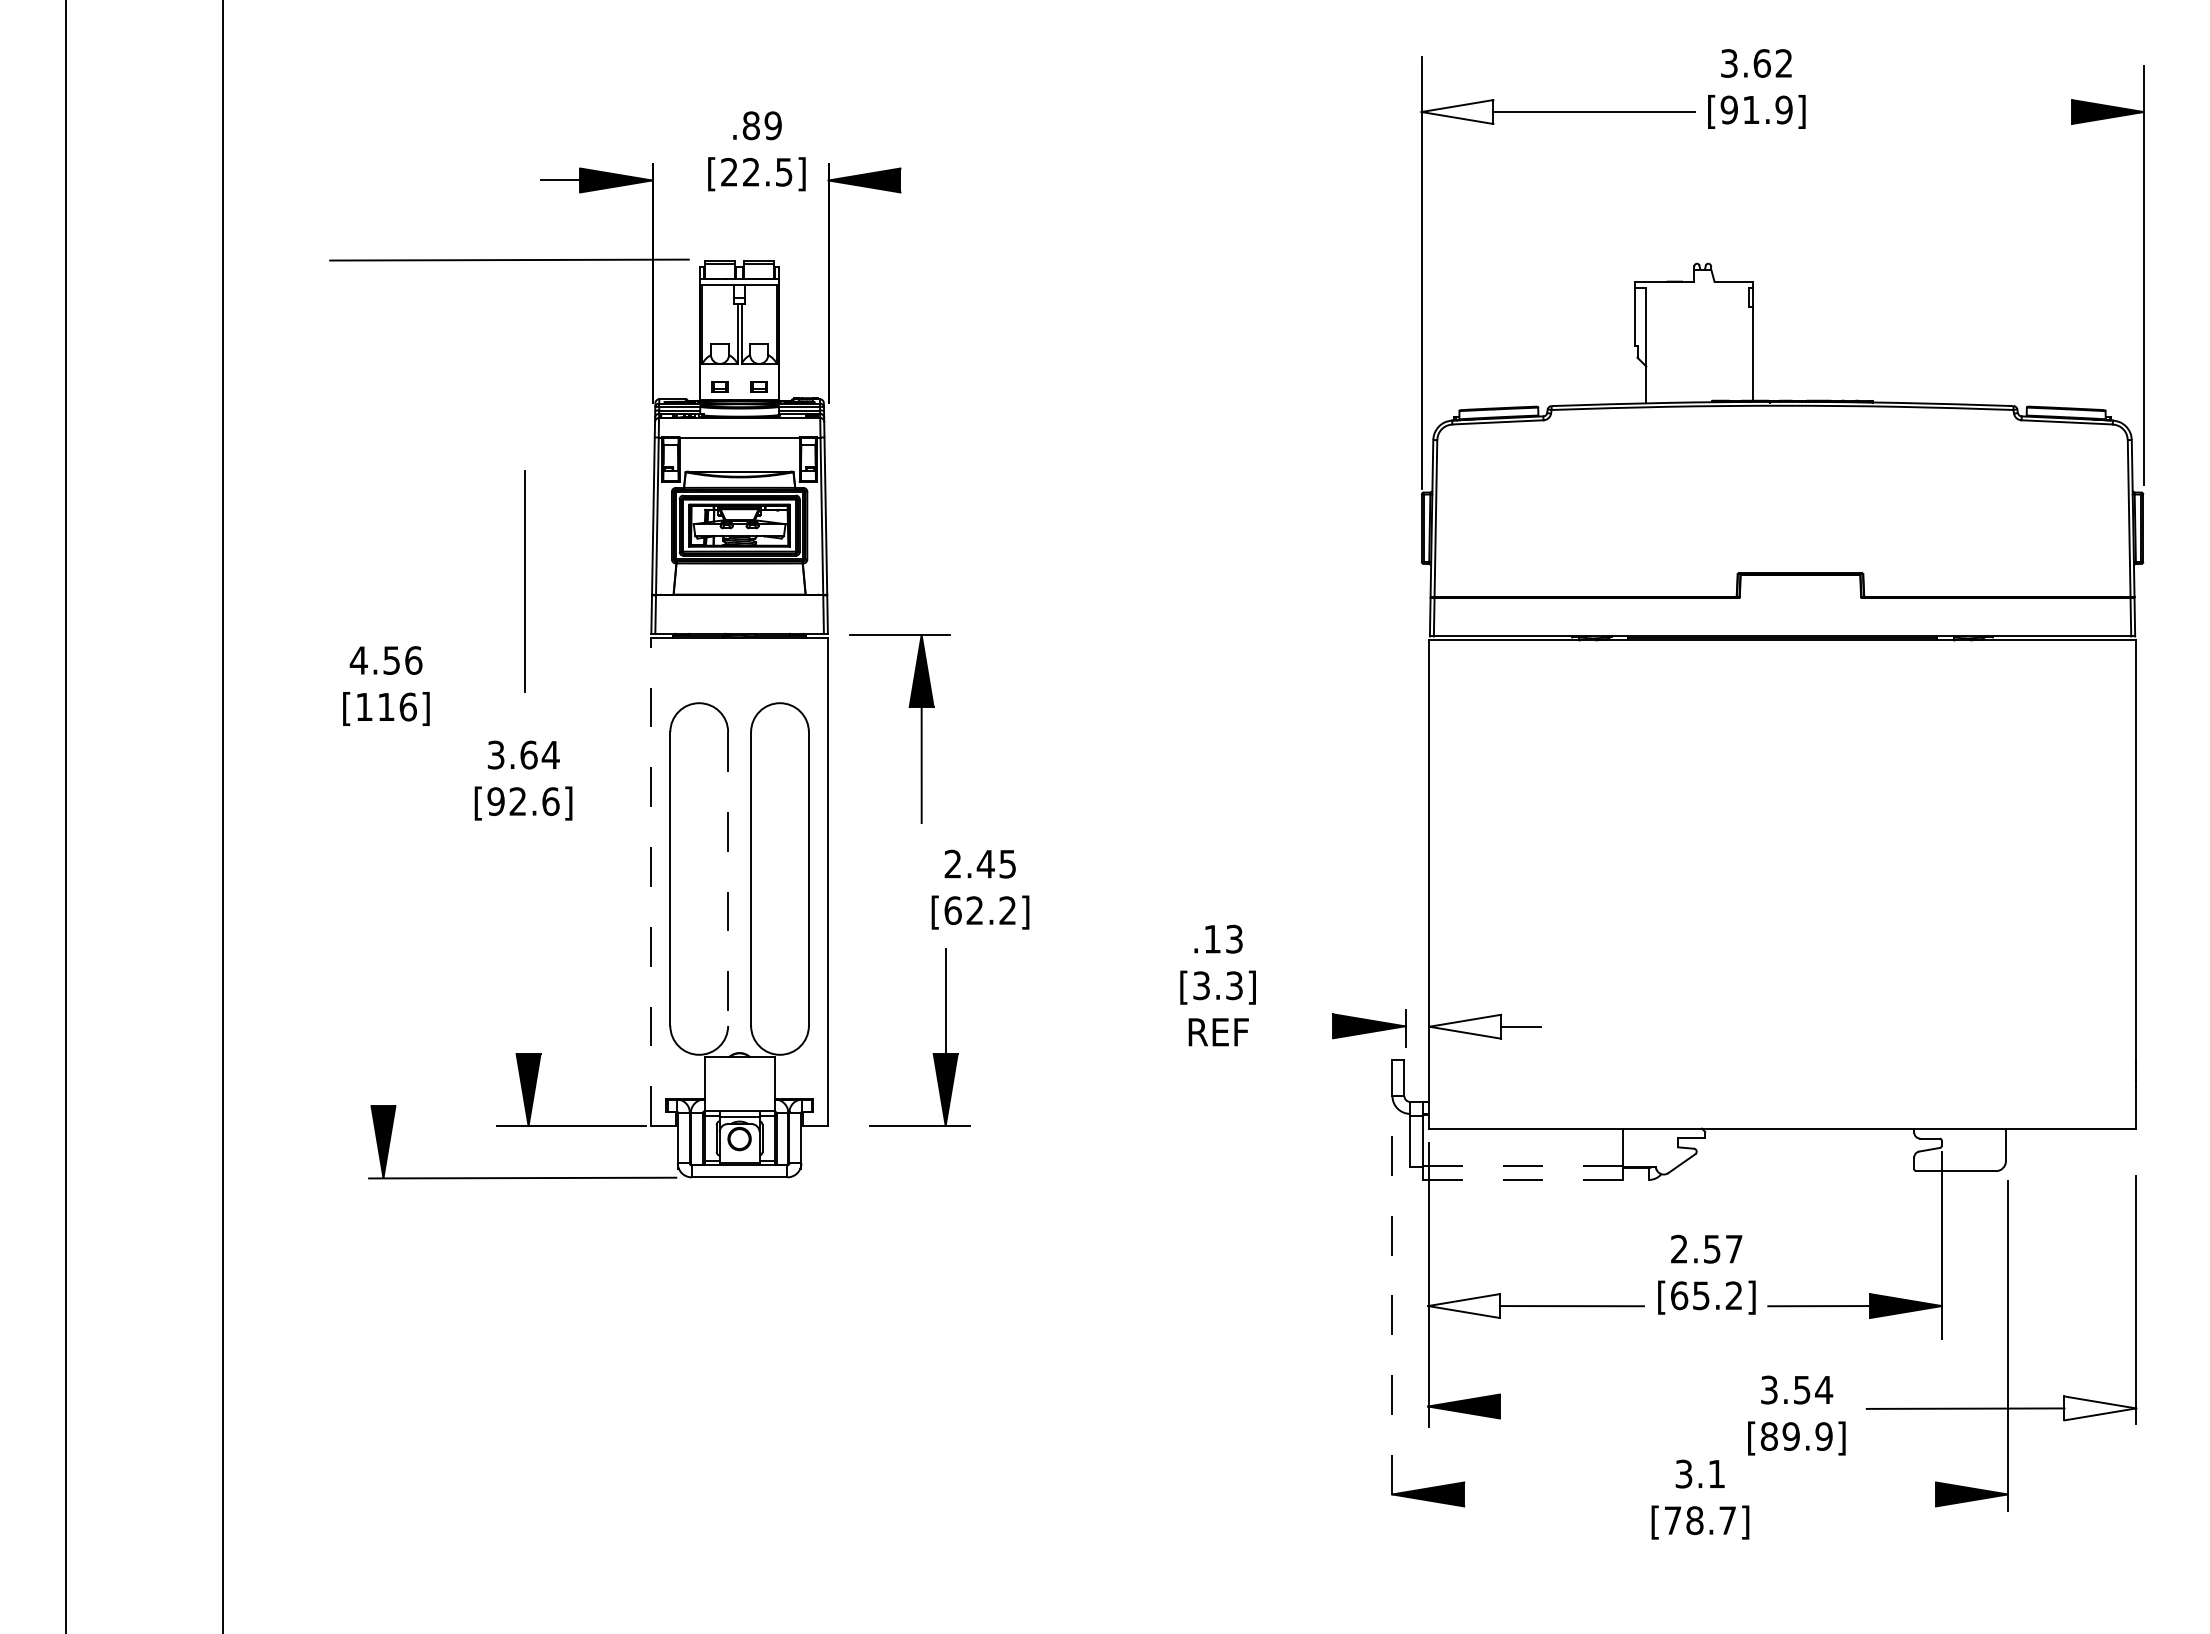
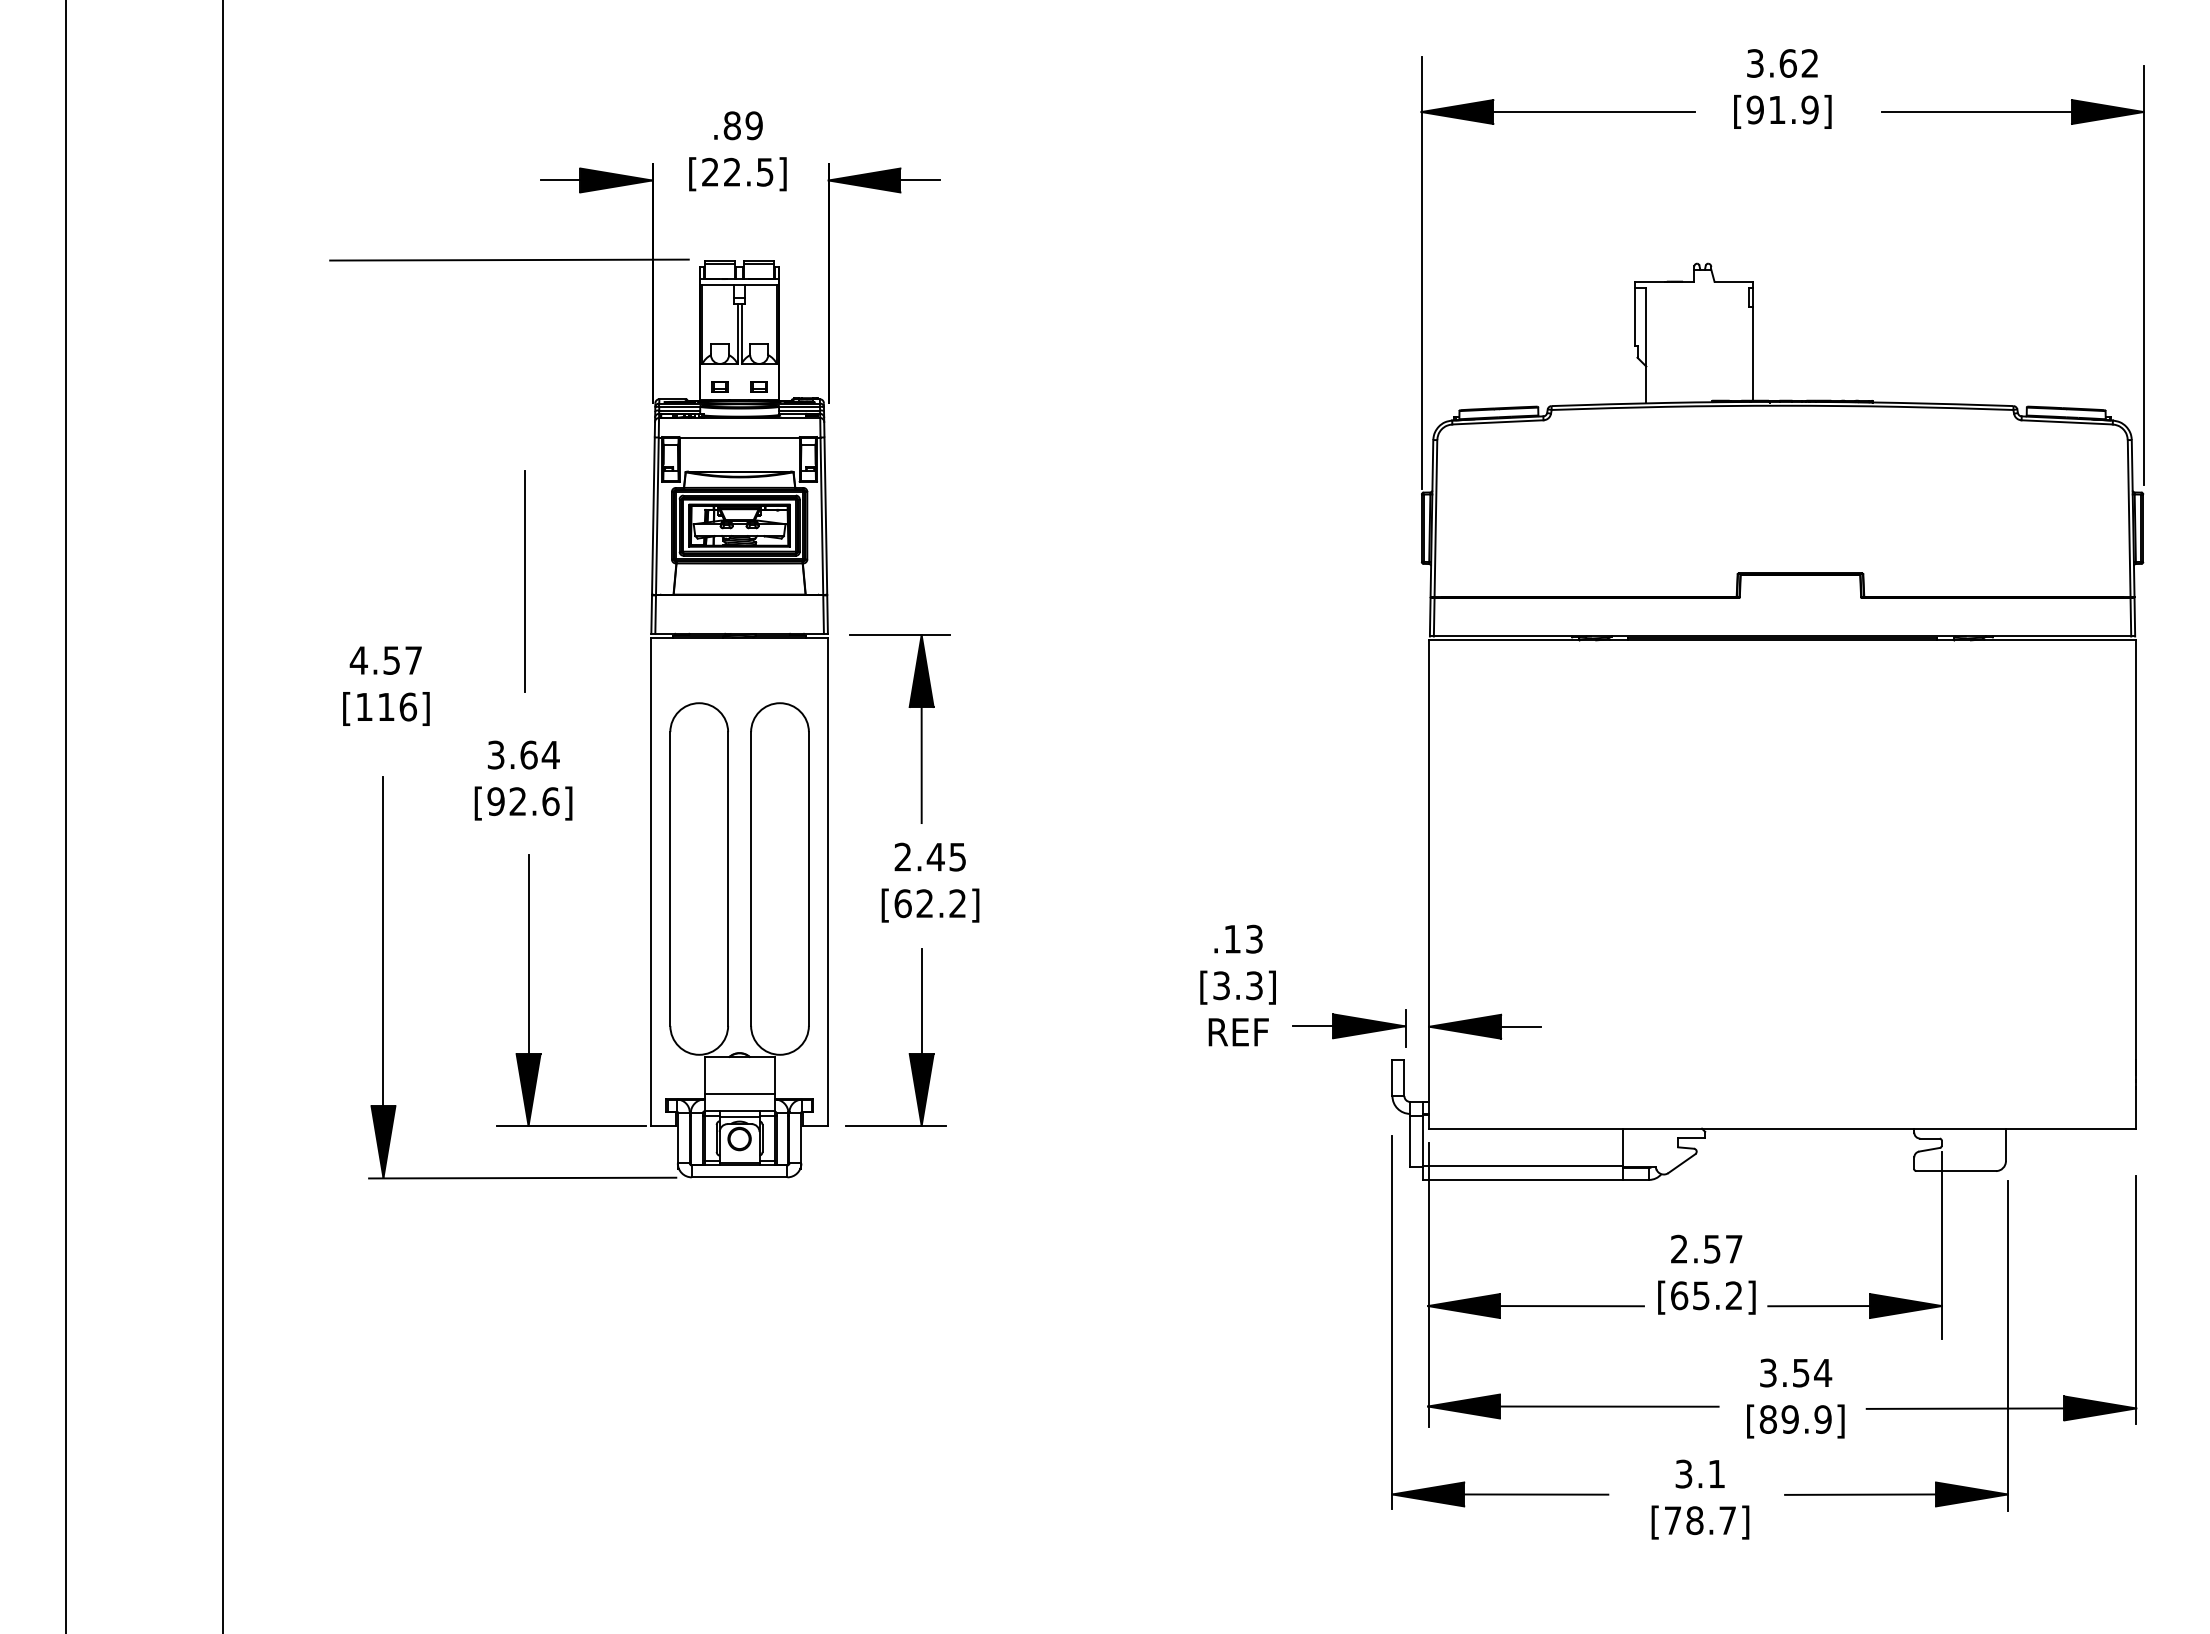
text at (1756, 88) position: (1756, 88) -> (1782, 88)
fill at (1457, 112): none -> present
line at (1976, 112): none -> present
text at (756, 151) position: (756, 151) -> (737, 151)
line at (920, 180): none -> present
text at (413, 660): 4.56 -> 4.57
line at (728, 879): dashed -> solid
line at (651, 881): dashed -> solid
text at (980, 889) position: (980, 889) -> (930, 882)
line at (383, 941): none -> present
line at (528, 954): none -> present
text at (1217, 985) position: (1217, 985) -> (1237, 985)
line at (1313, 1026): none -> present
fill at (1465, 1026): none -> present
part at (932, 1053) position: (932, 1053) -> (908, 1053)
line at (739, 1093): none -> present
line at (1523, 1165): dashed -> solid
line at (1536, 1179): dashed -> solid
fill at (1463, 1306): none -> present
line at (1392, 1322): dashed -> solid
line at (1608, 1406): none -> present
fill at (2100, 1408): none -> present
text at (1796, 1415) position: (1796, 1415) -> (1795, 1398)
line at (1536, 1494): none -> present
line at (1860, 1494): none -> present
